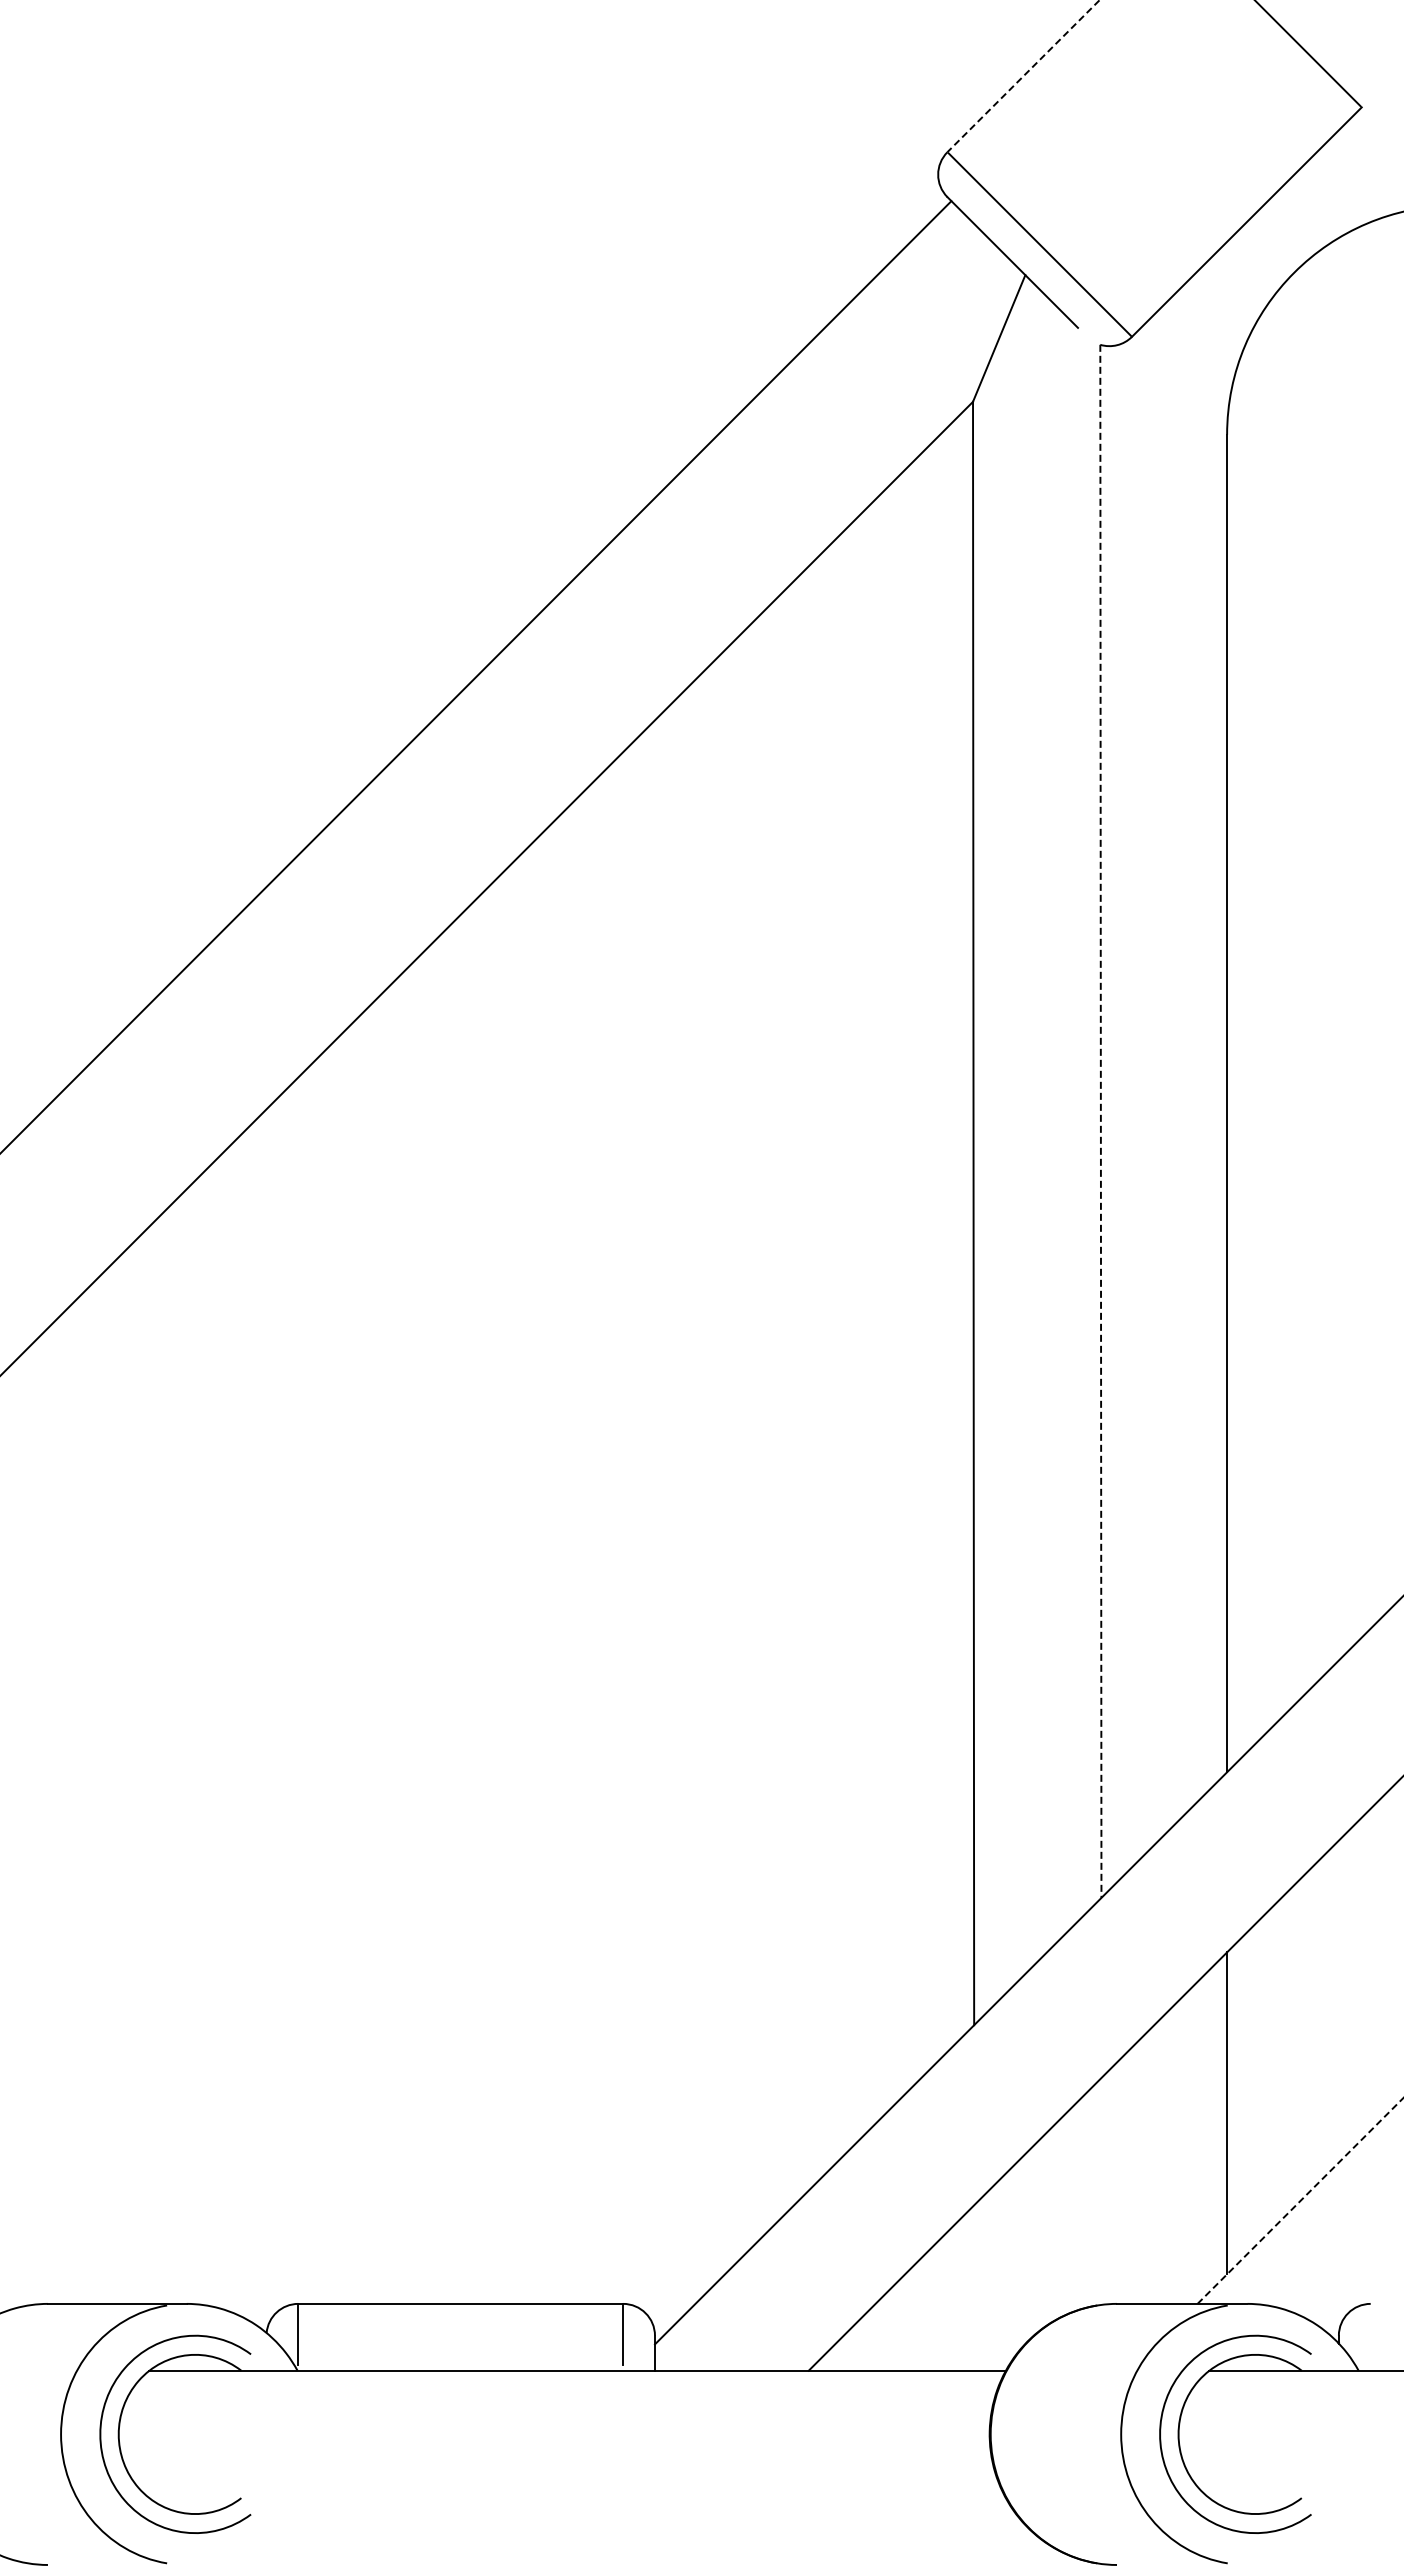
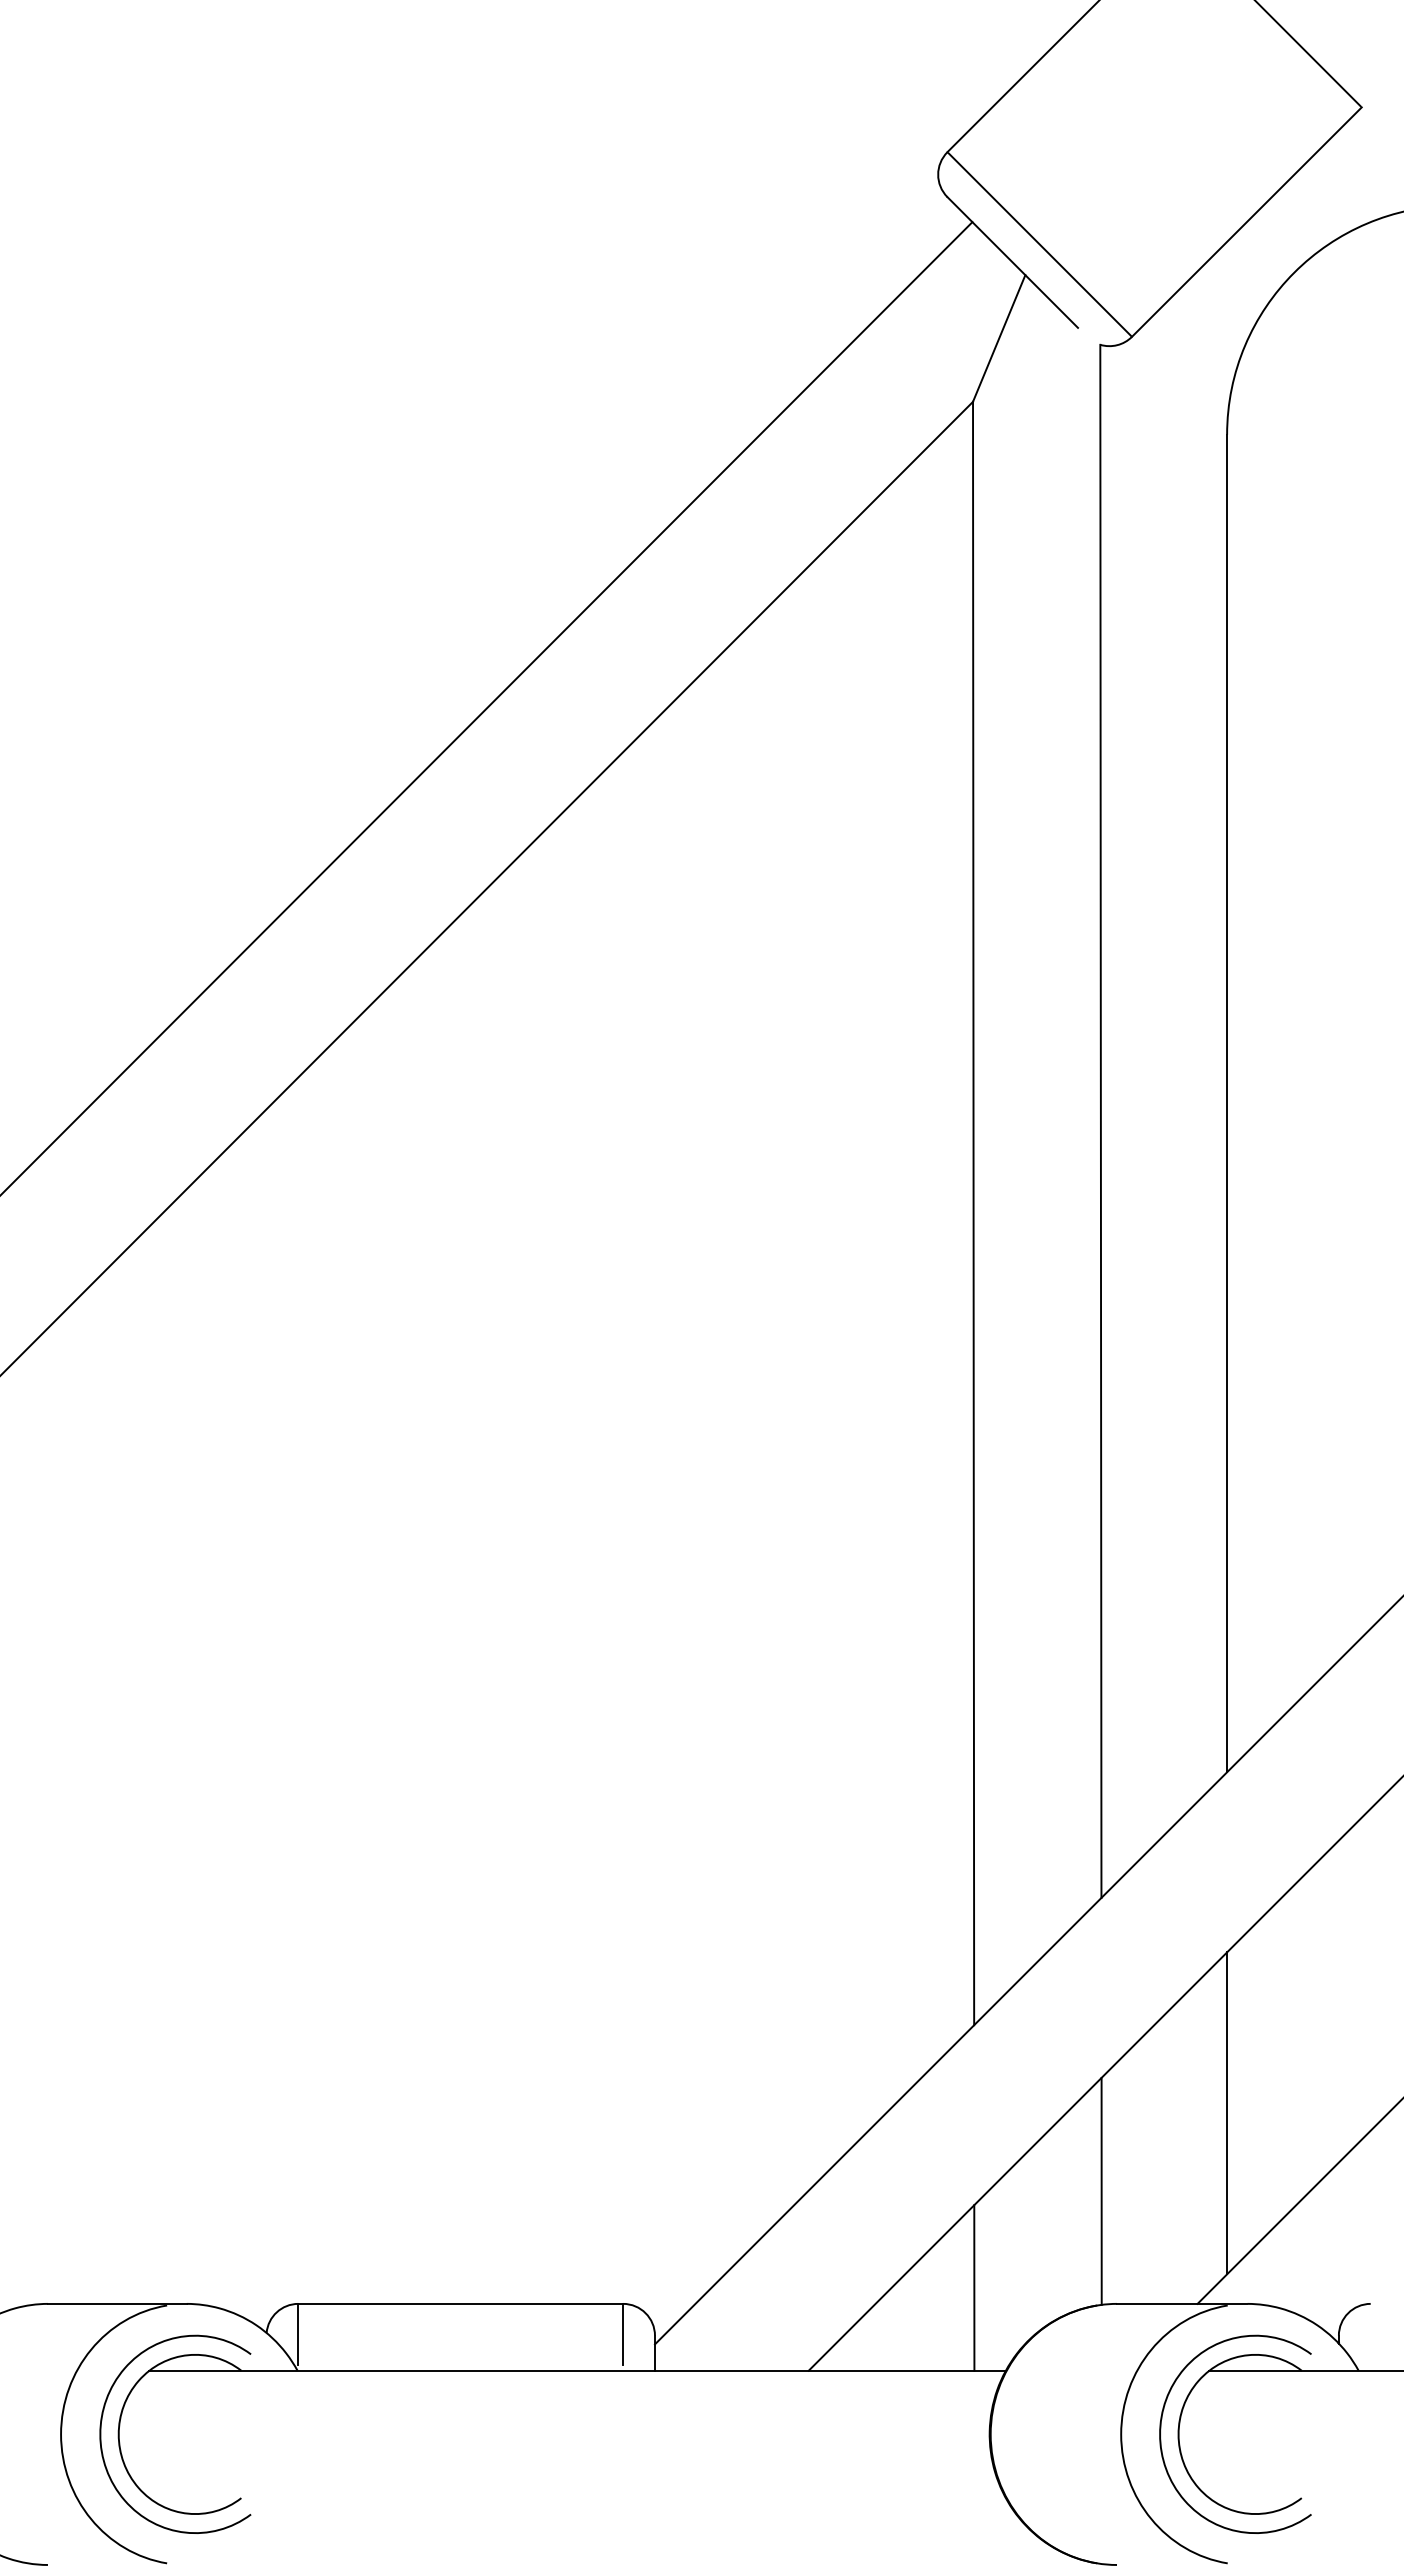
line at (1023, 76): dashed -> solid
line at (476, 676) position: (476, 676) -> (487, 707)
line at (1100, 1121): dashed -> solid
line at (1101, 2190): none -> present
line at (1300, 2200): dashed -> solid
line at (974, 2287): none -> present
